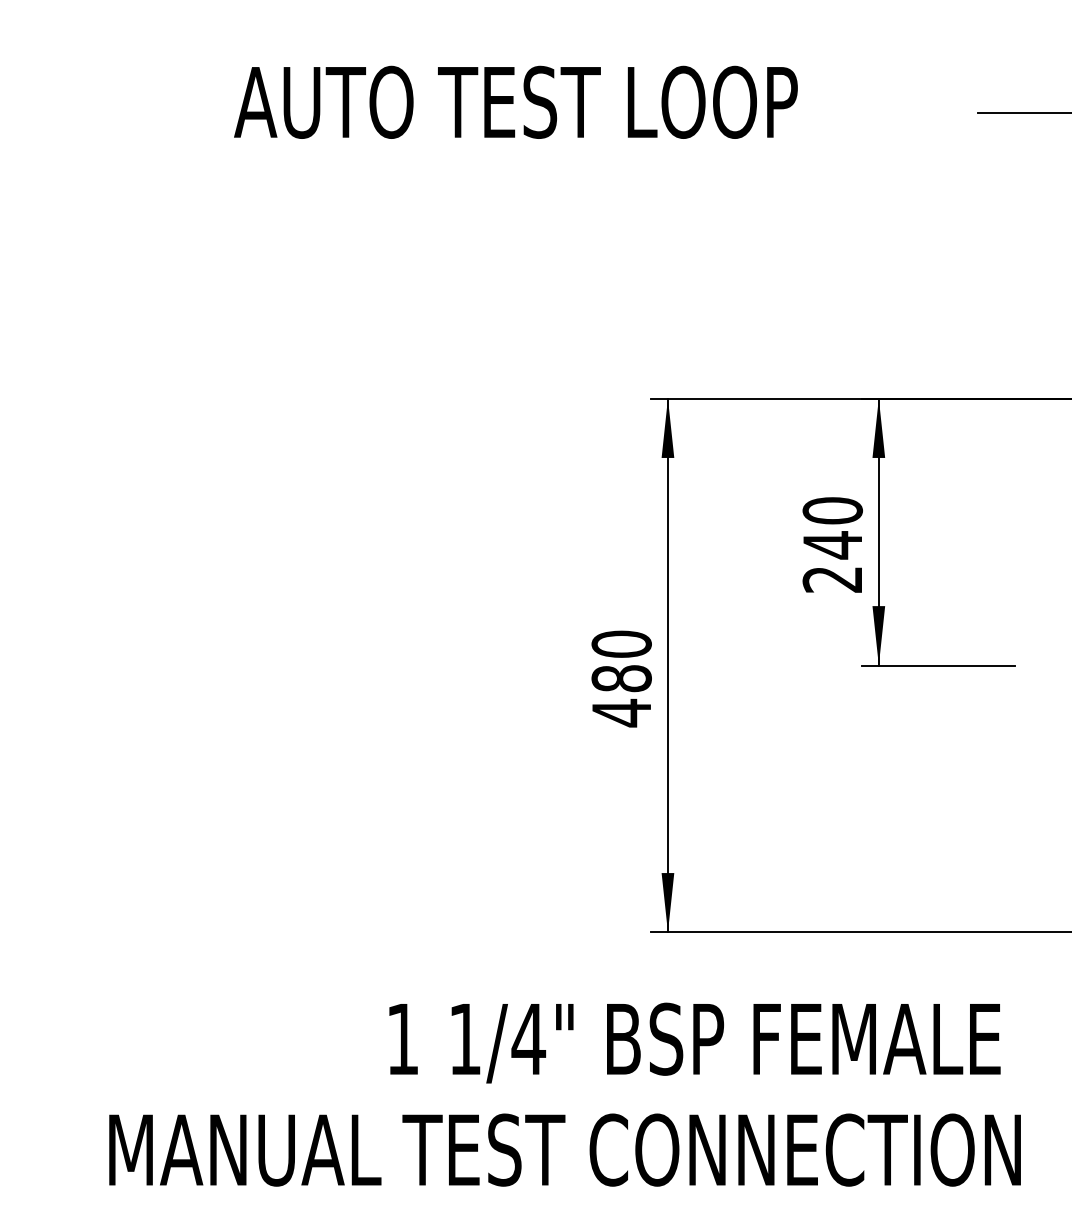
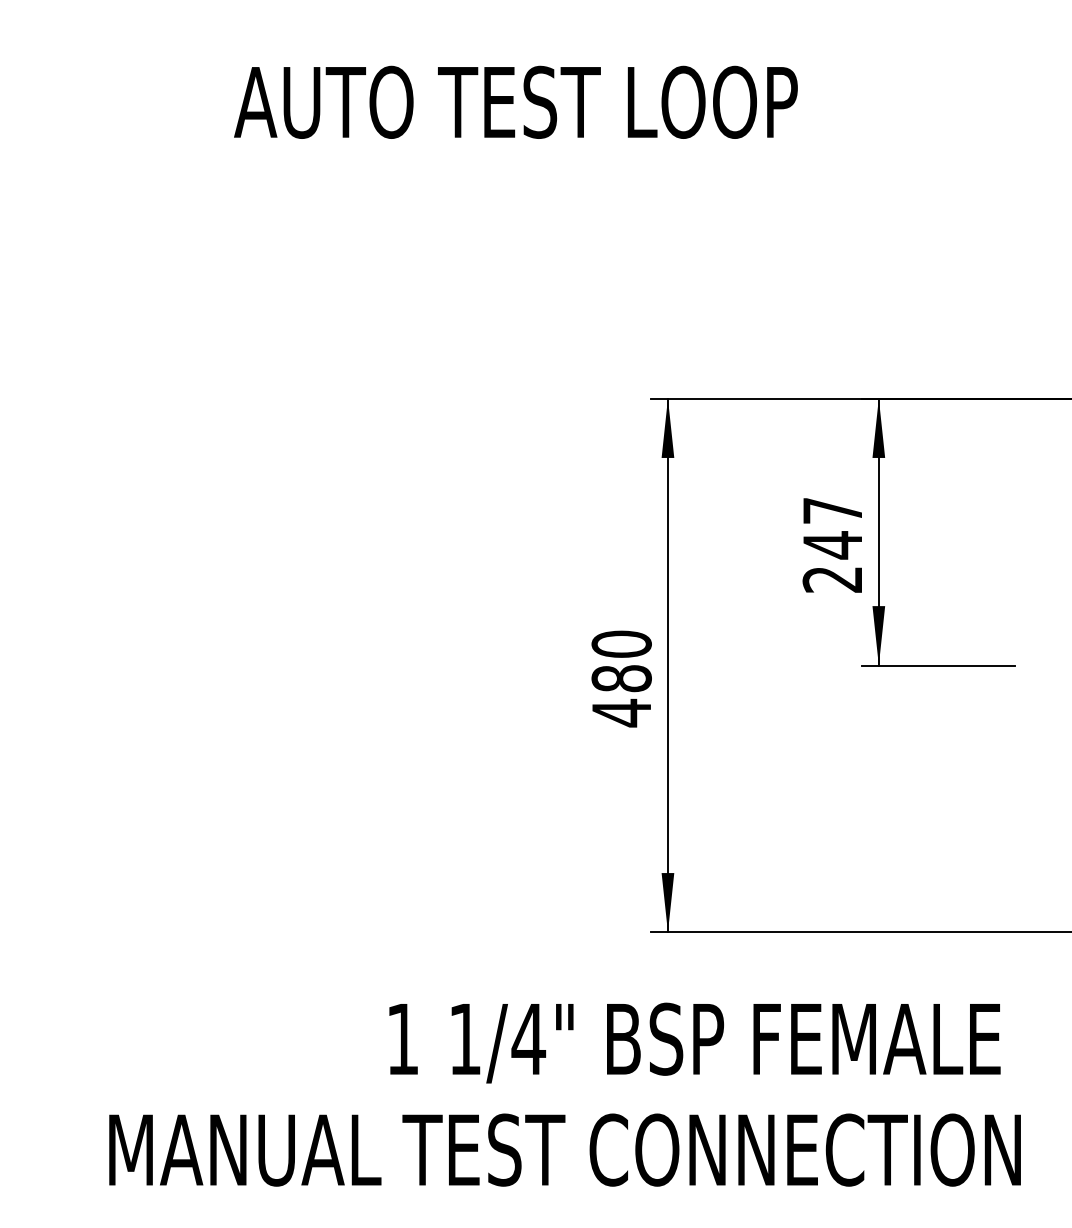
line at (1022, 112): present -> none
text at (832, 510): 240 -> 247
